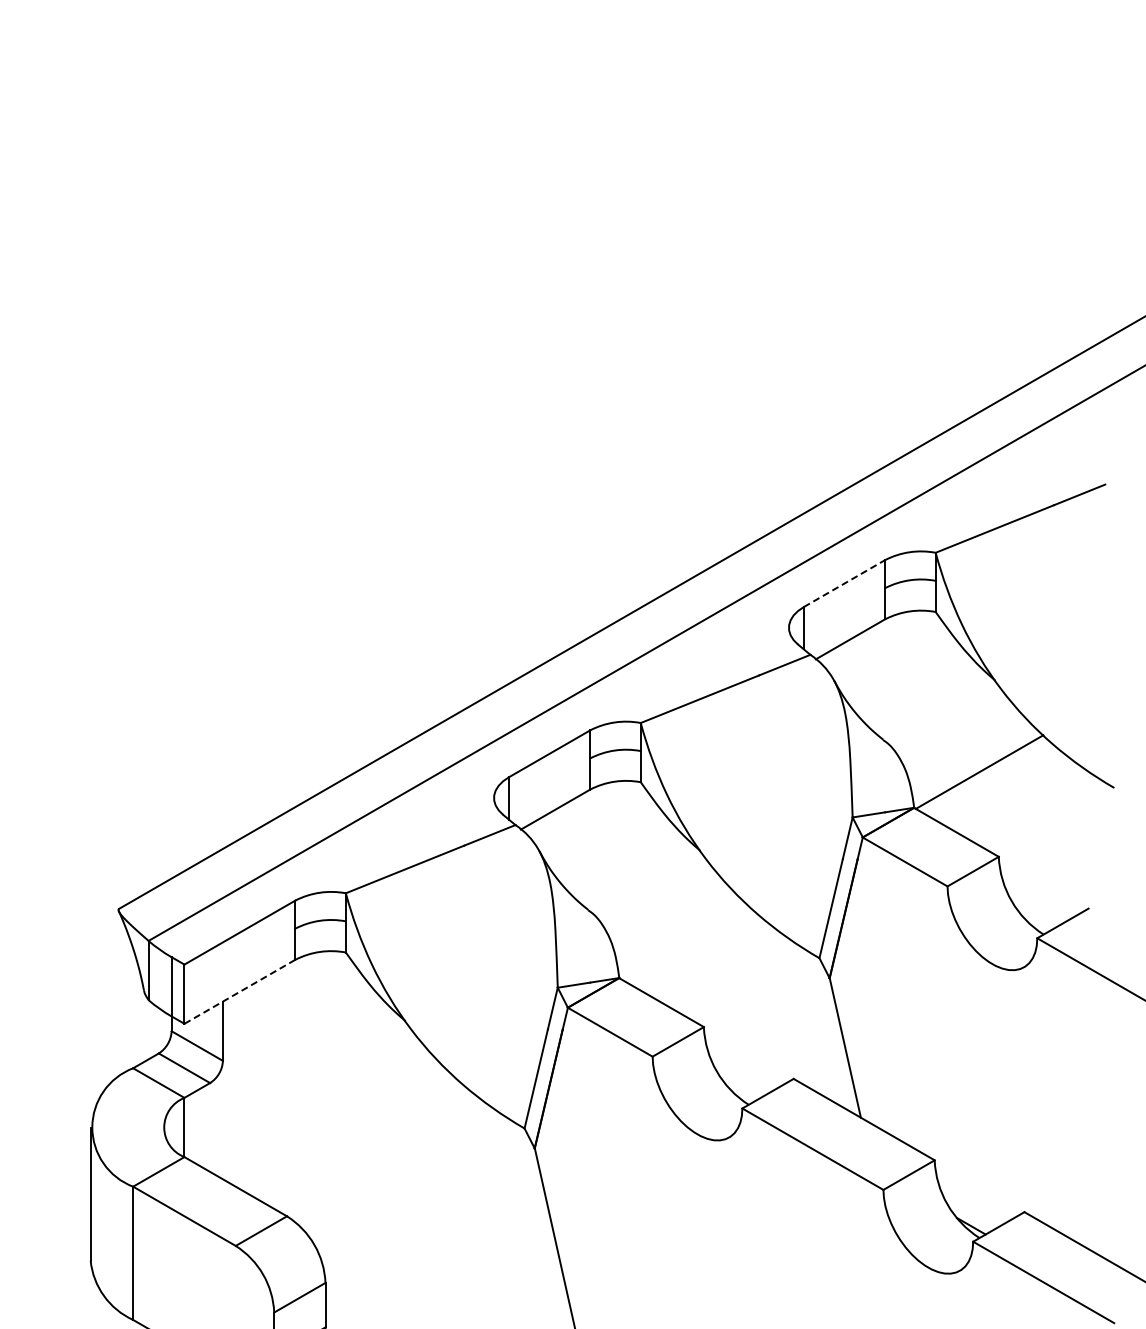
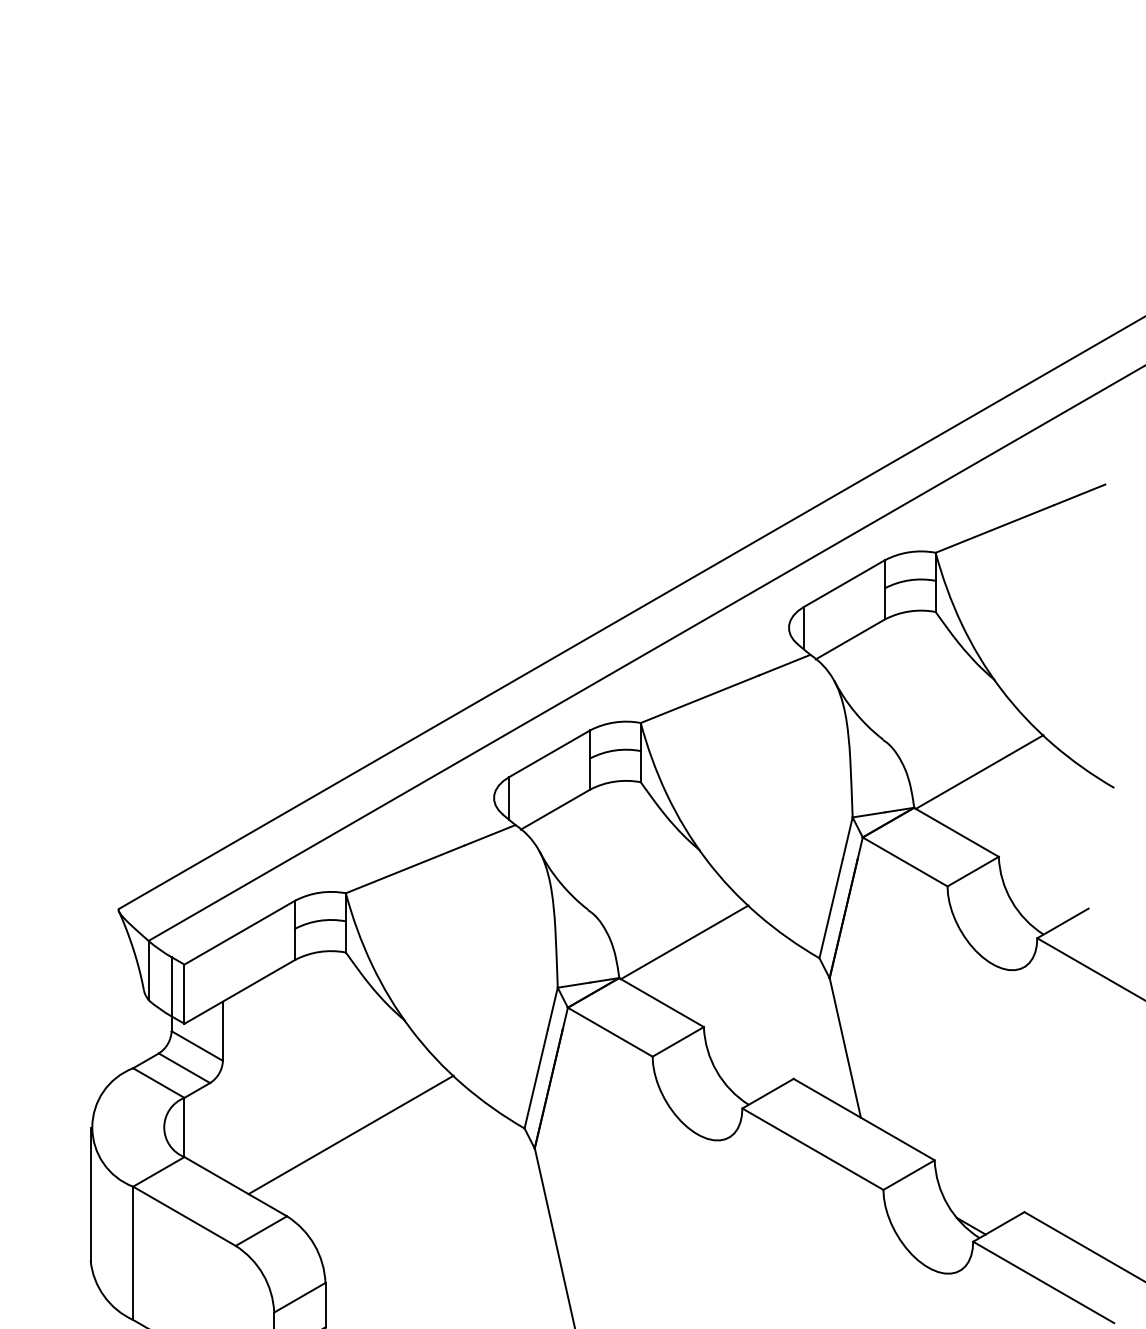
line at (844, 583): dashed -> solid
line at (684, 942): none -> present
line at (239, 991): dashed -> solid
line at (350, 1134): none -> present
